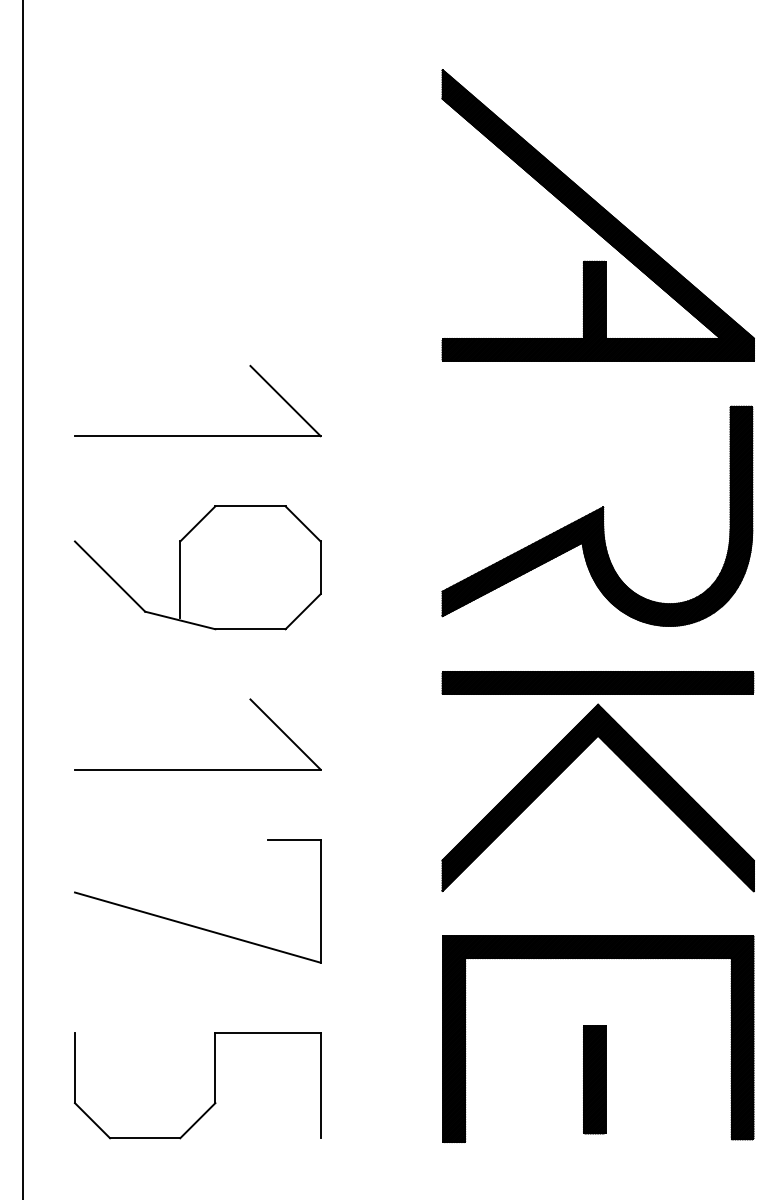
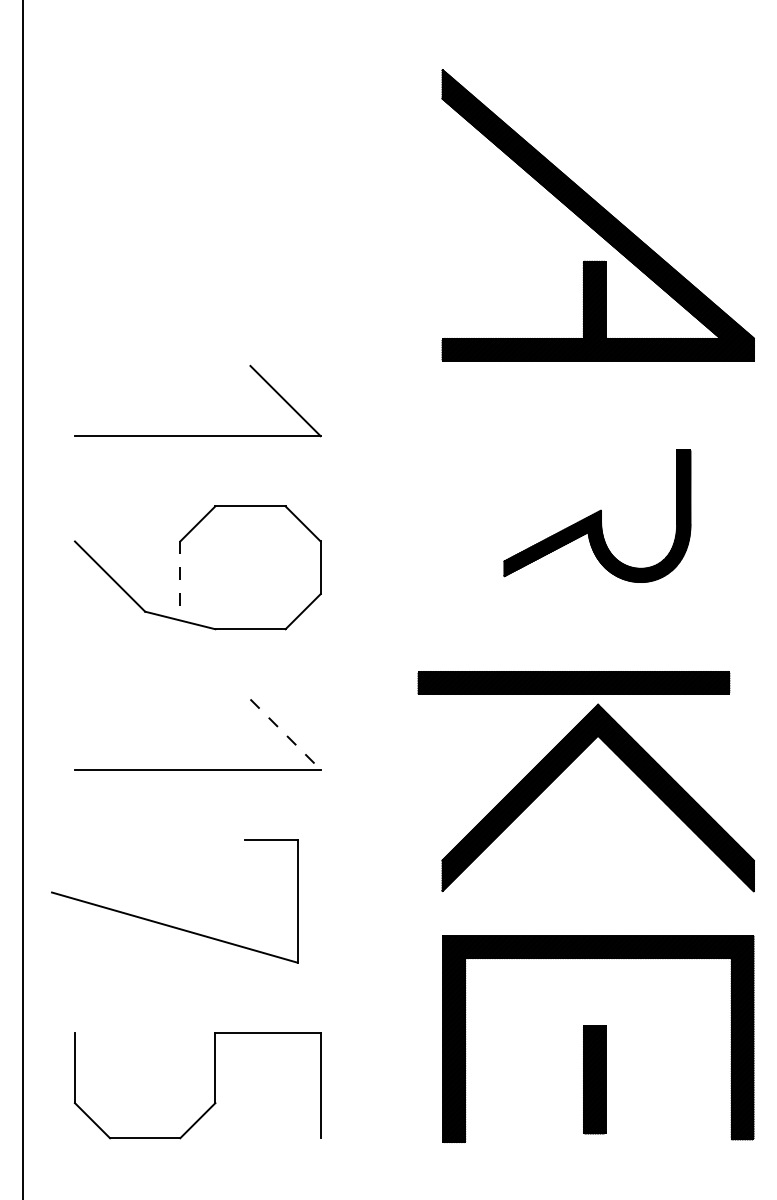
part at (597, 515) size: 313x222 px -> 189x134 px
line at (180, 580): solid -> dashed
part at (597, 682) position: (597, 682) -> (573, 682)
line at (285, 734): solid -> dashed
part at (191, 924) position: (191, 924) -> (168, 924)
